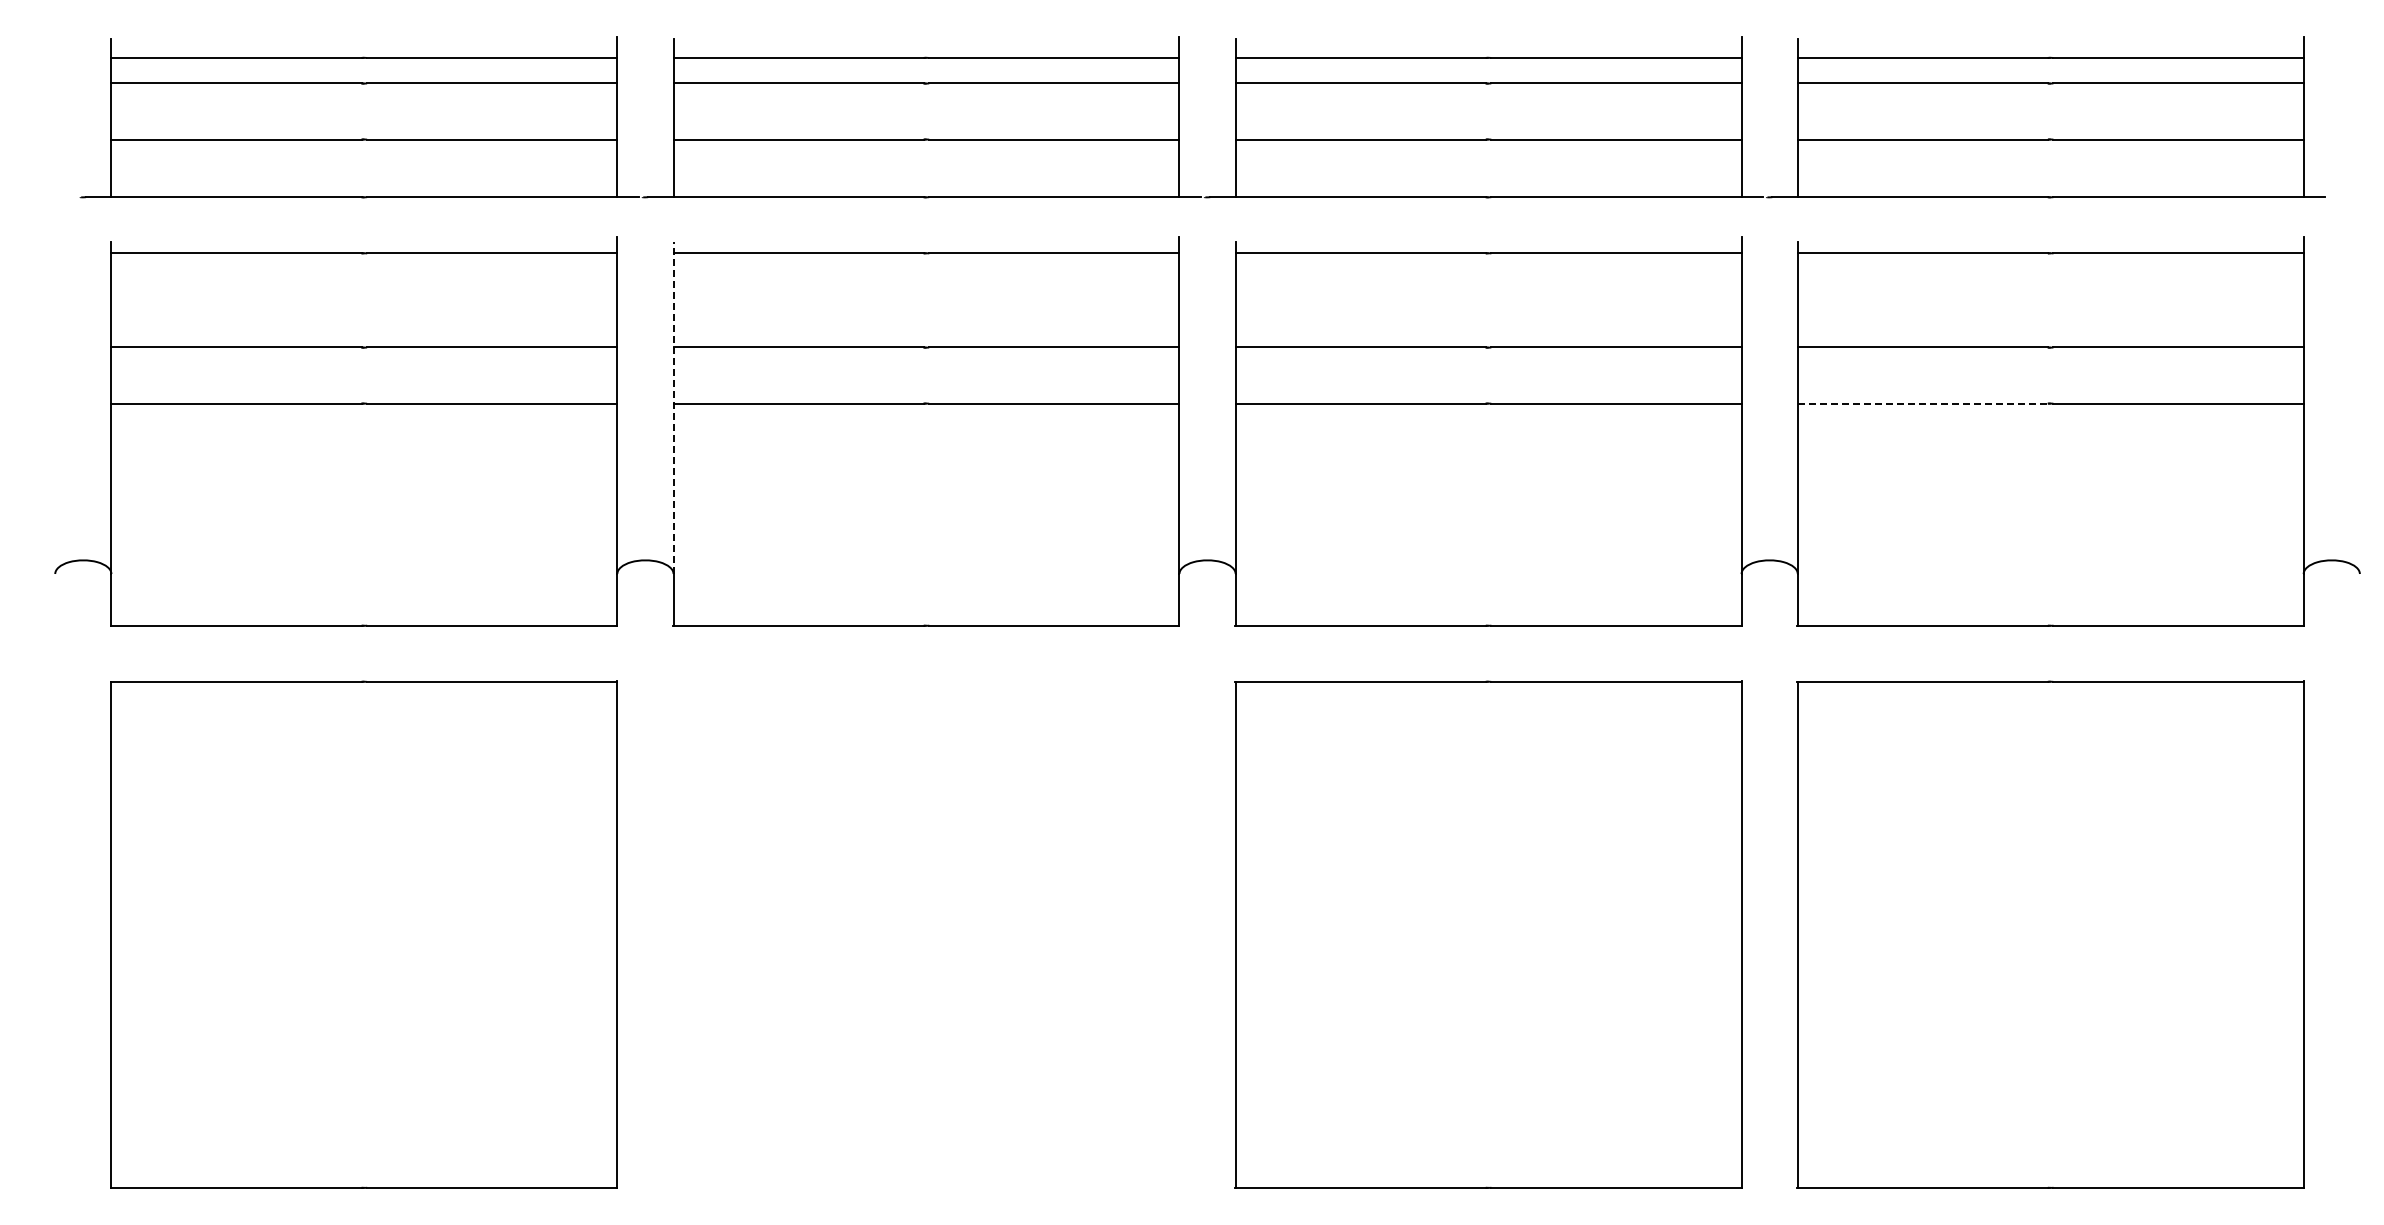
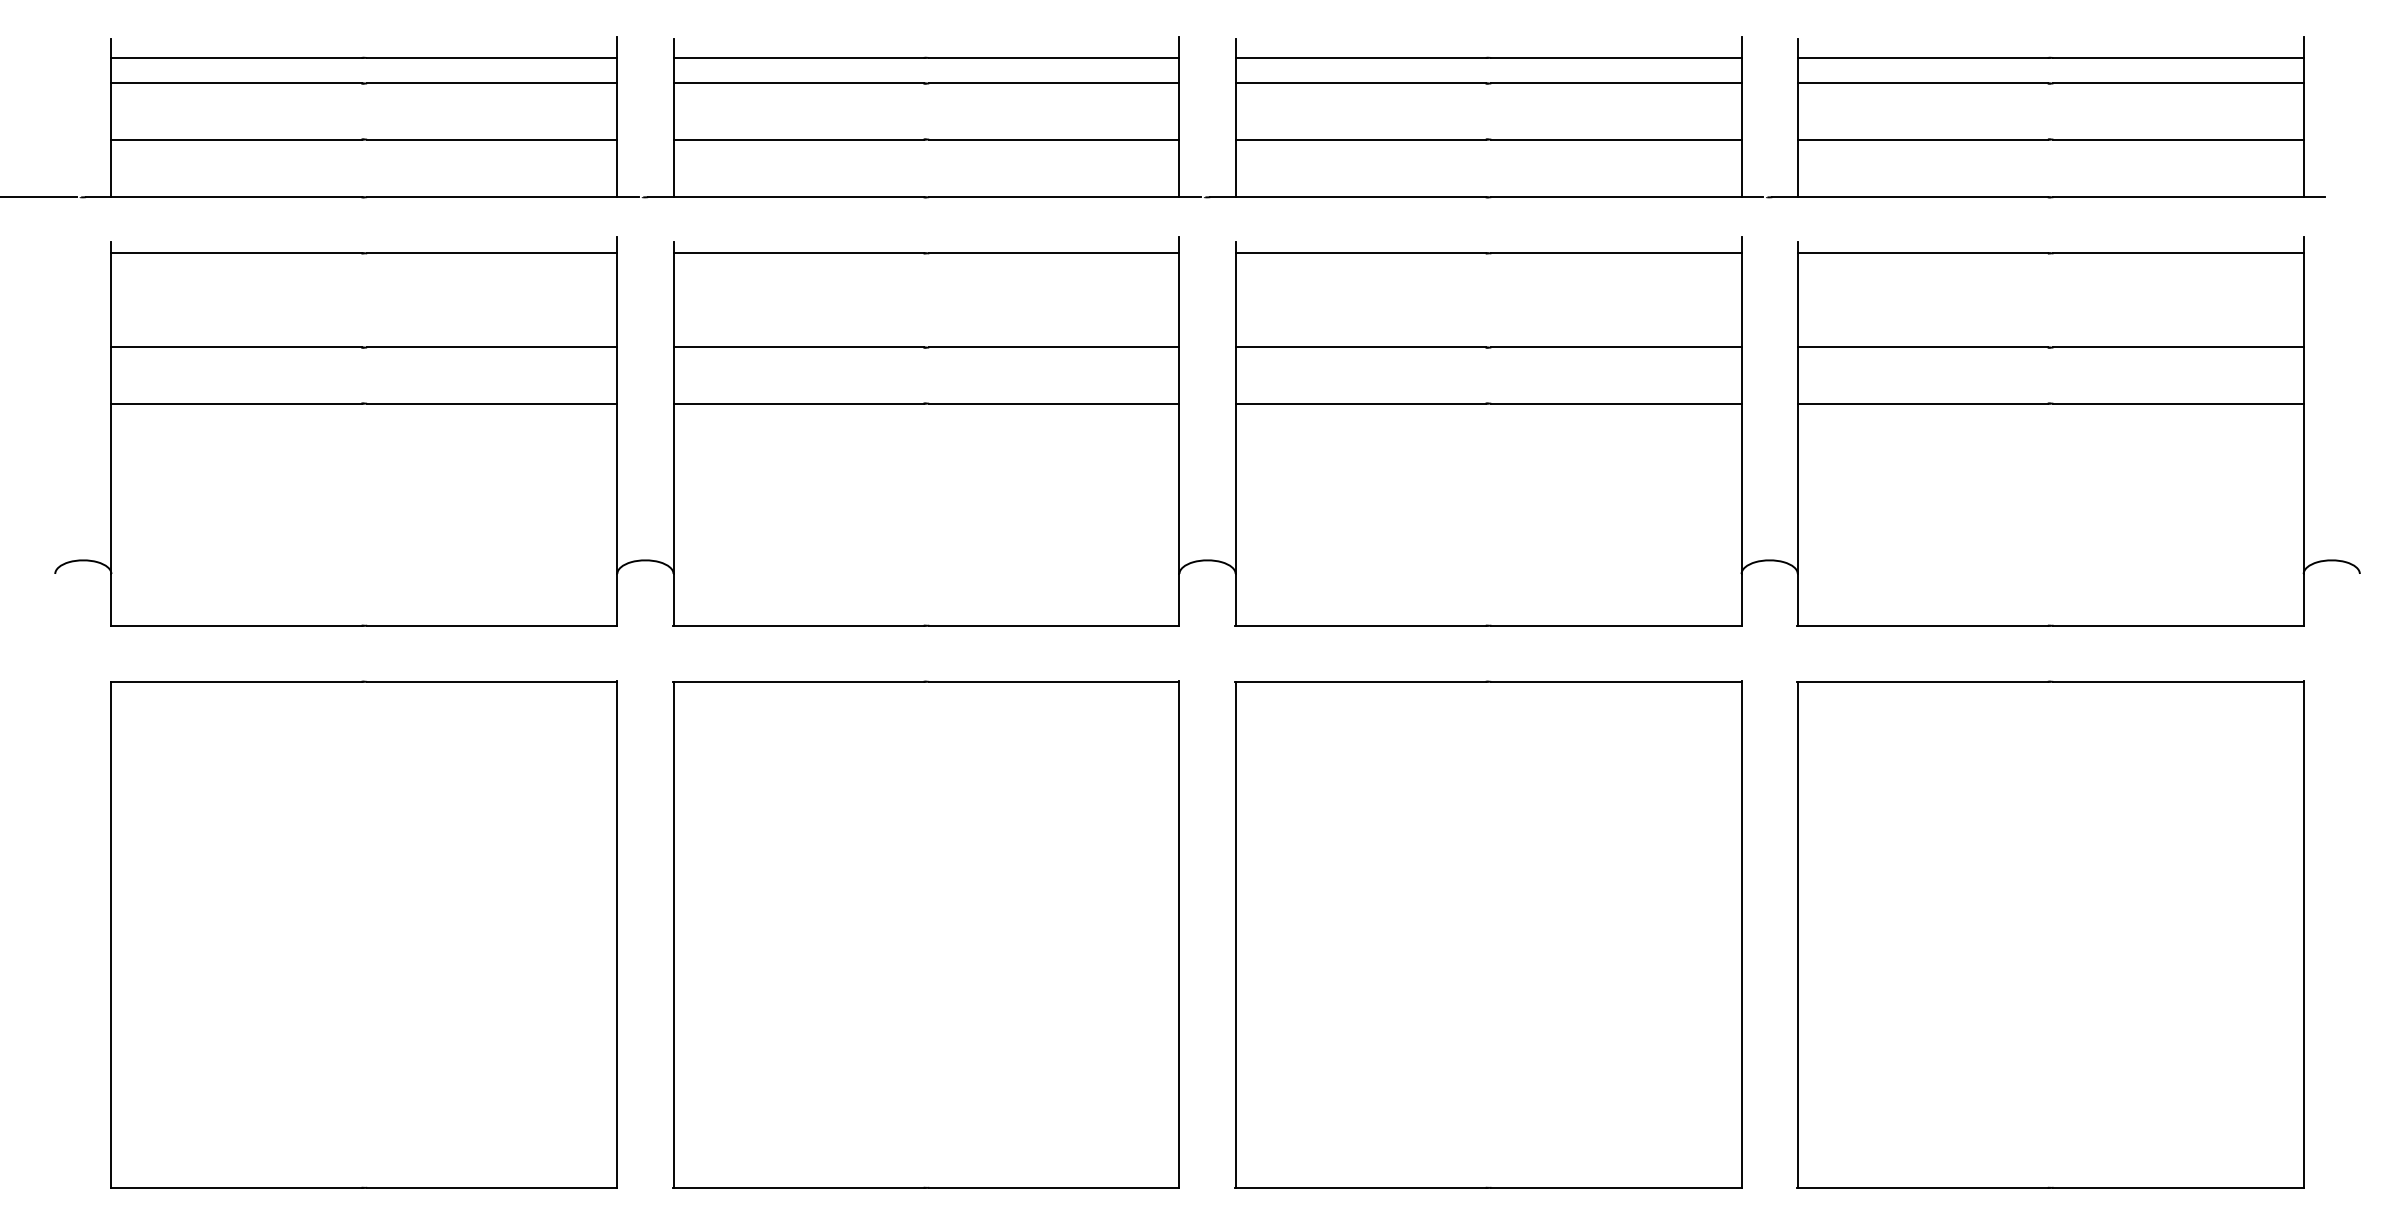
line at (39, 197): none -> present
line at (1923, 403): dashed -> solid
line at (673, 407): dashed -> solid
part at (925, 934): none -> present
